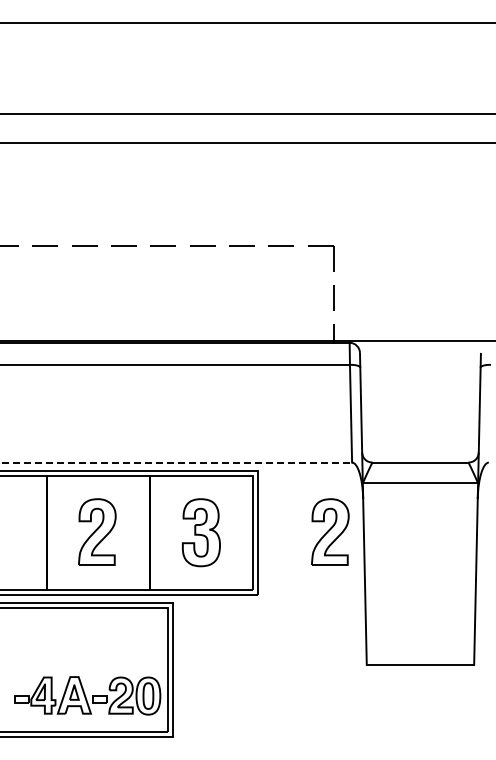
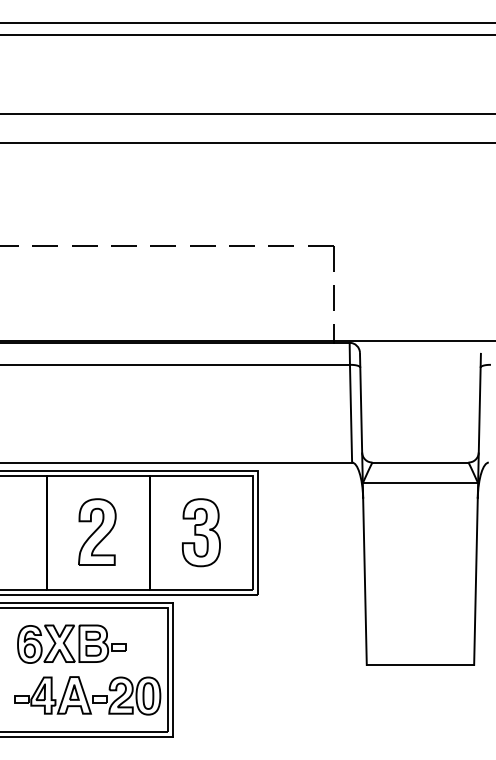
line at (247, 34): none -> present
line at (176, 462): dashed -> solid
part at (330, 531): present -> none
part at (71, 643): none -> present
